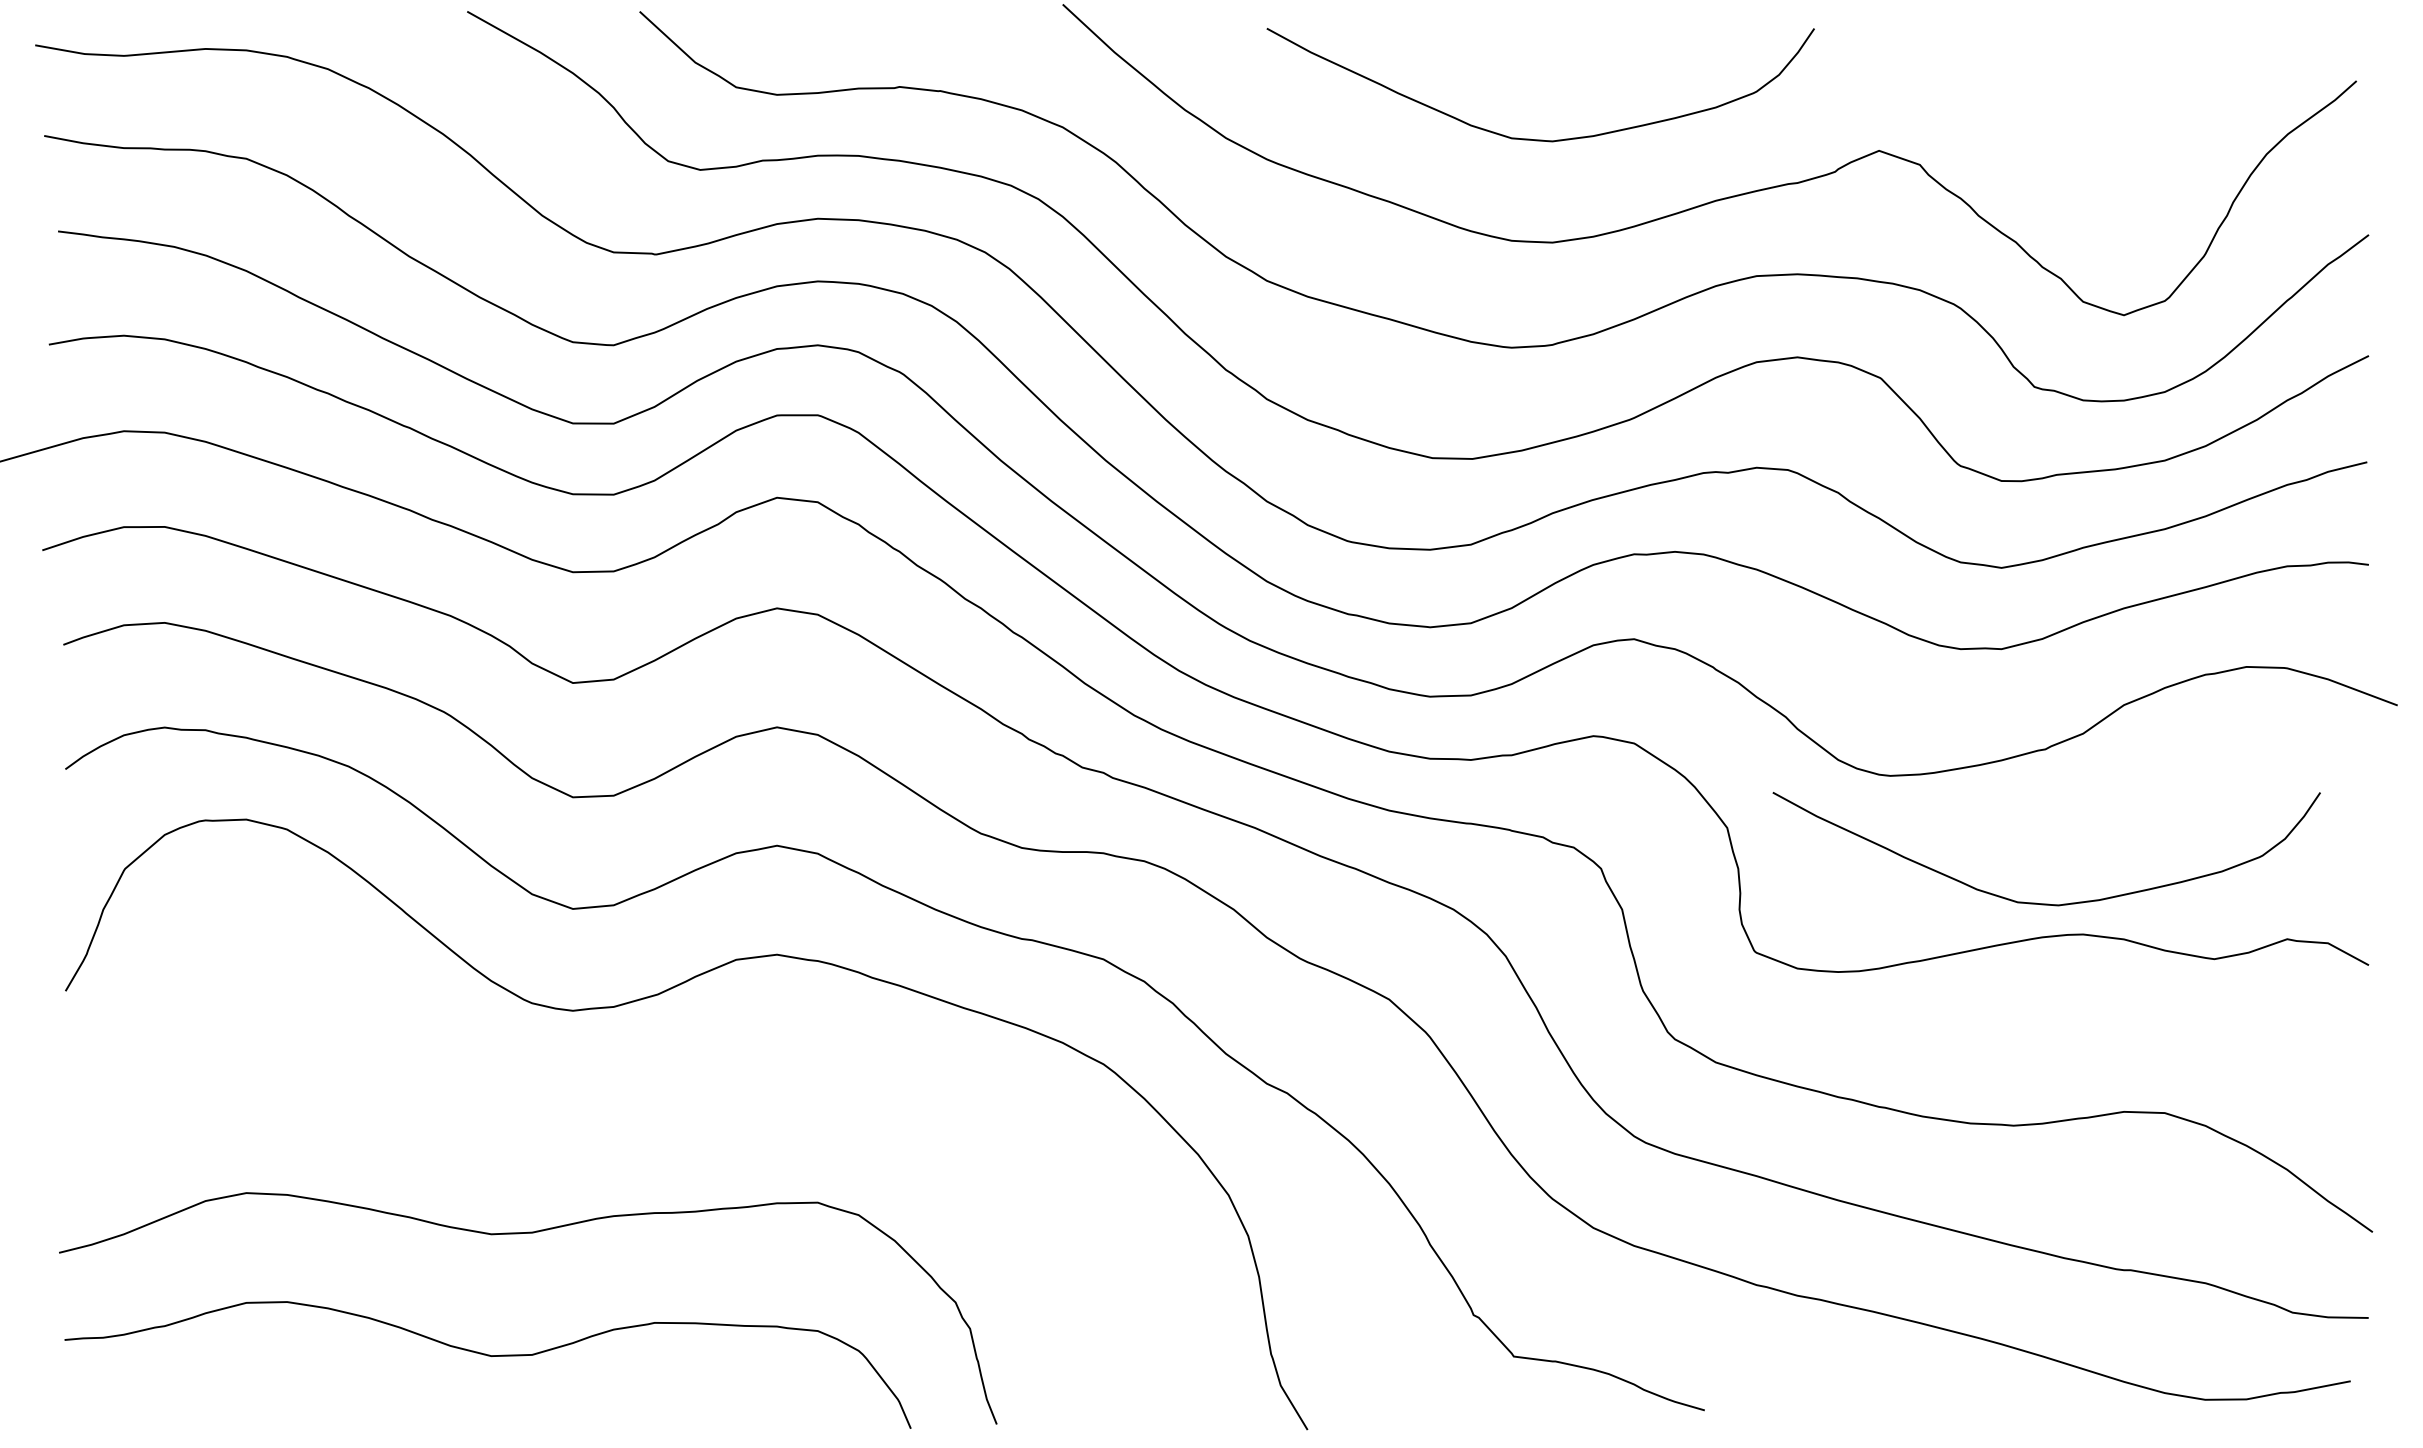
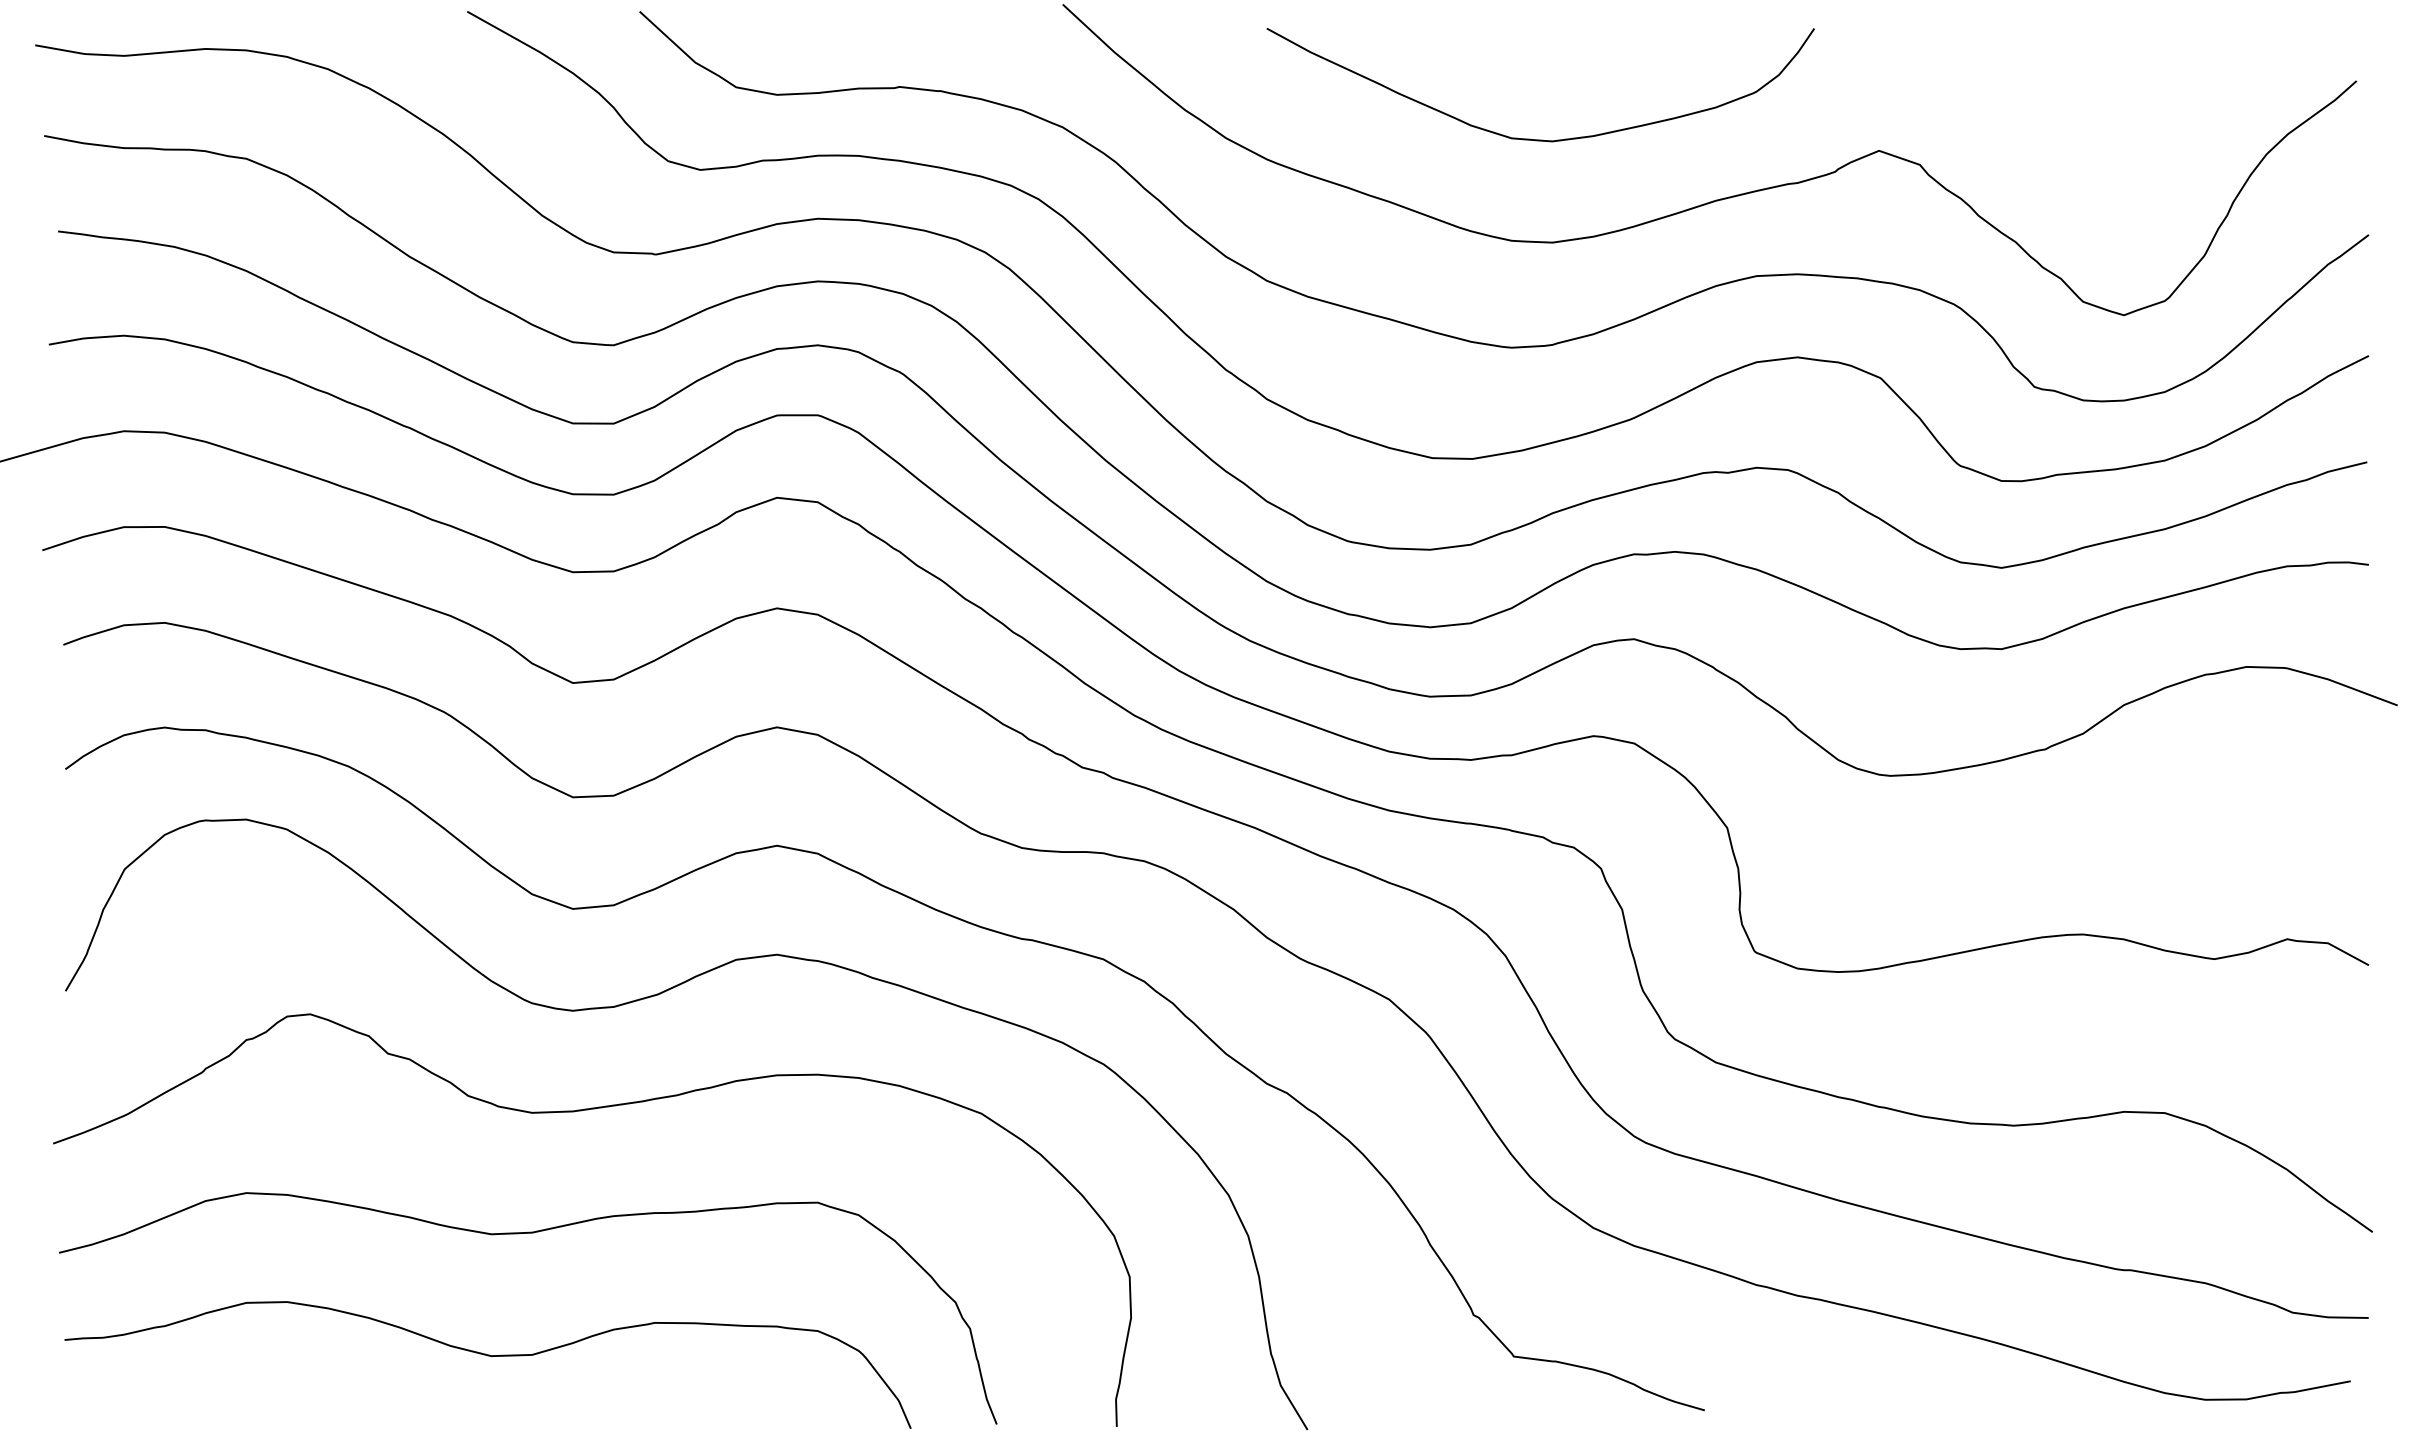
curve at (2036, 902): present -> none
curve at (574, 1112): none -> present
